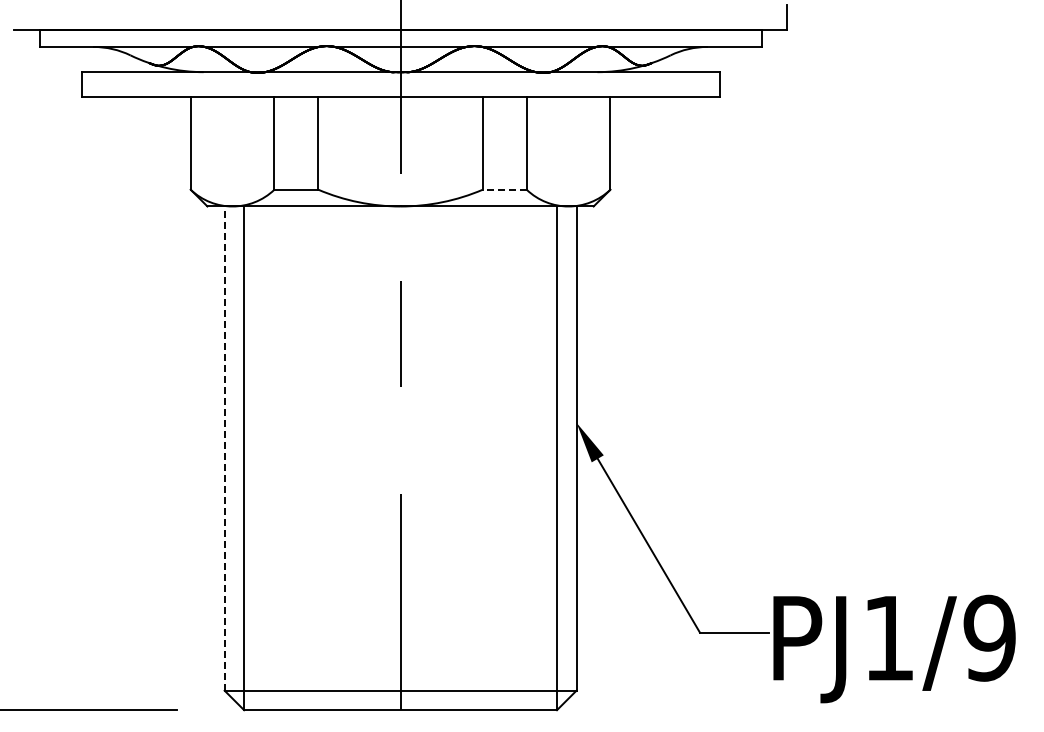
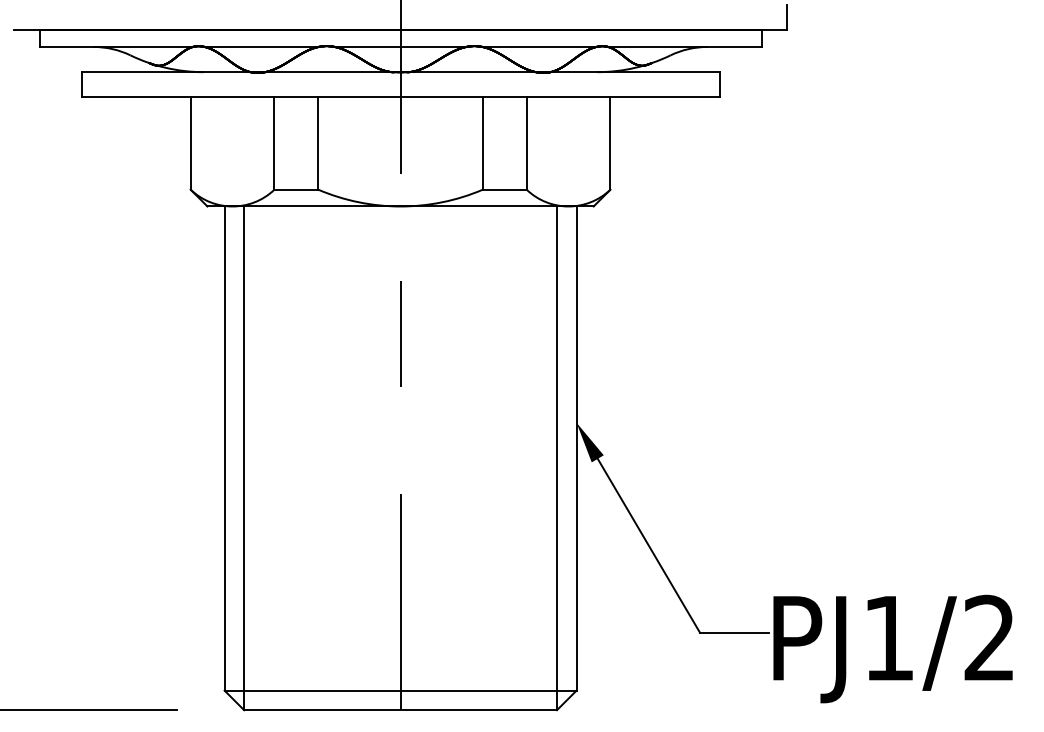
line at (504, 189): dashed -> solid
line at (224, 448): dashed -> solid
text at (989, 637): PJ1/9 -> PJ1/2
